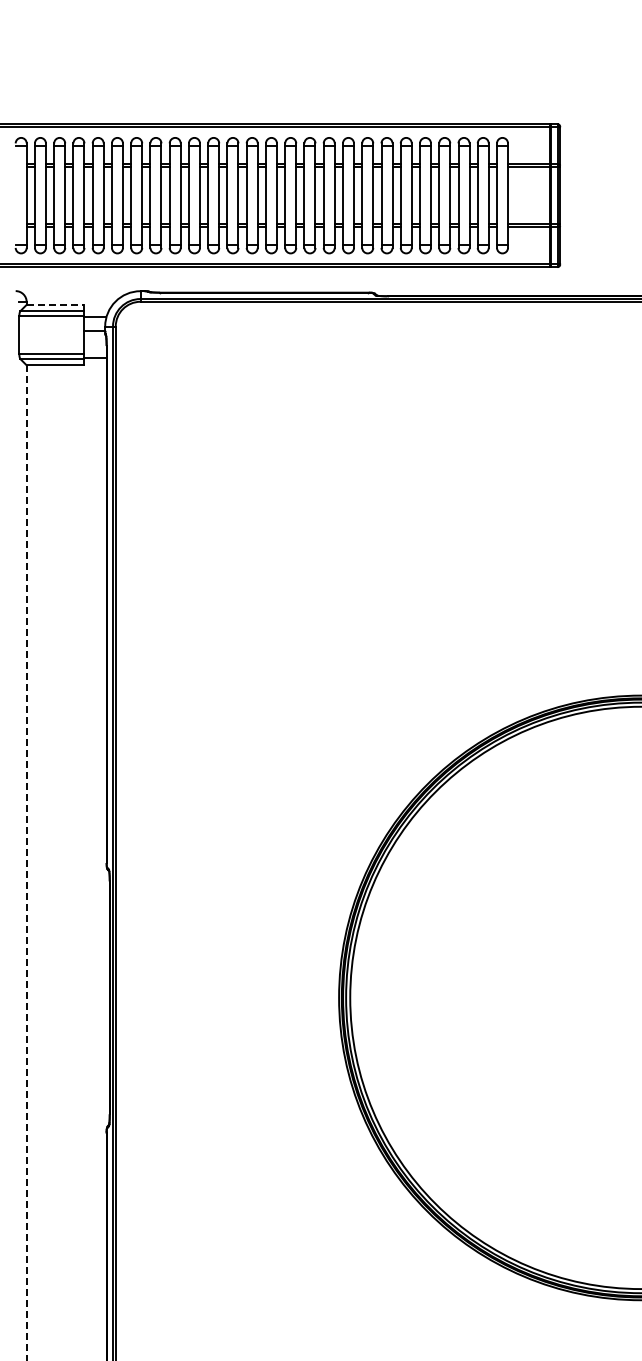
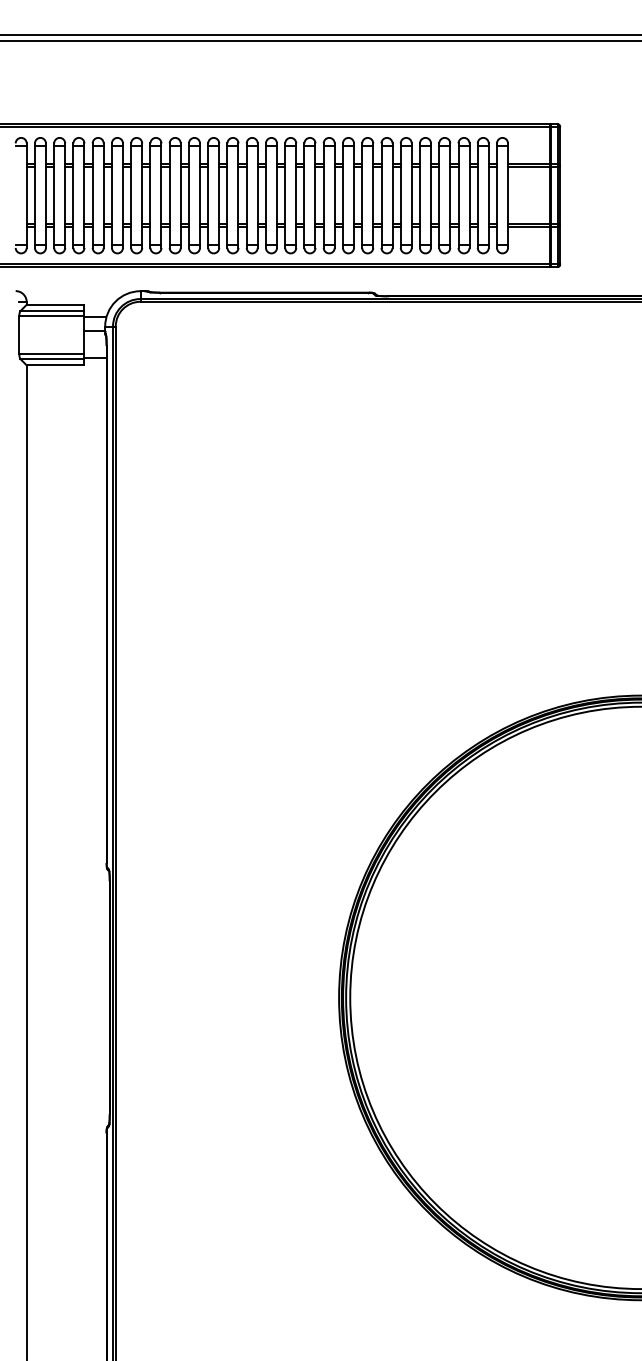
line at (320, 35): none -> present
line at (320, 40): none -> present
line at (55, 304): dashed -> solid
line at (26, 863): dashed -> solid
